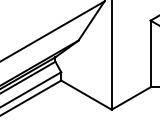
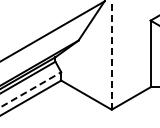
line at (111, 54): solid -> dashed
line at (30, 89): solid -> dashed
